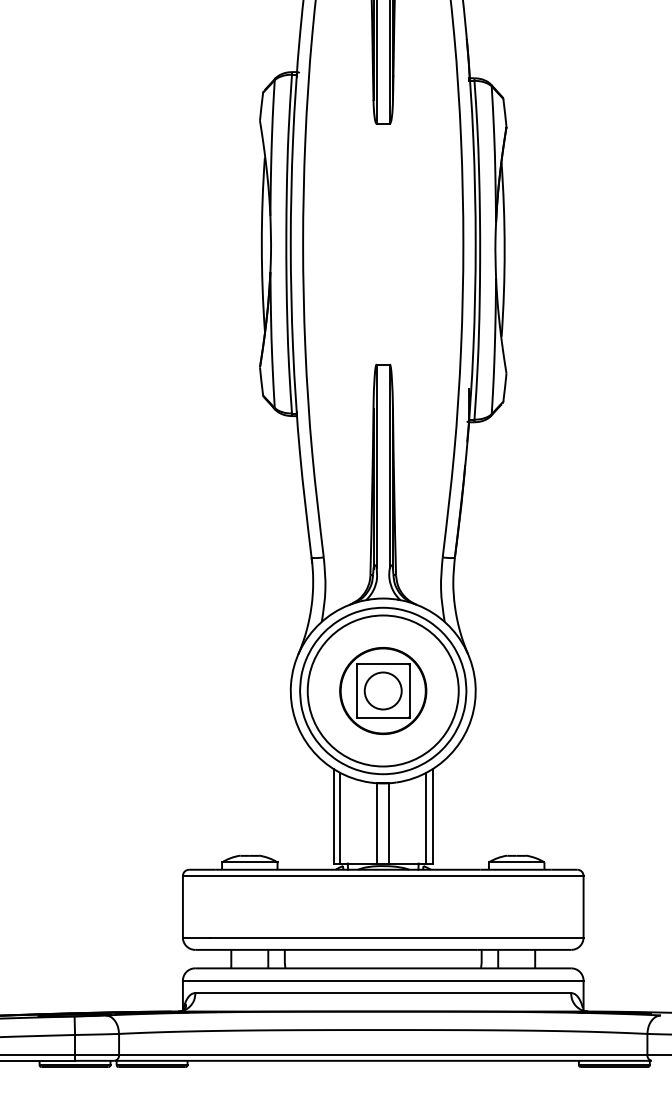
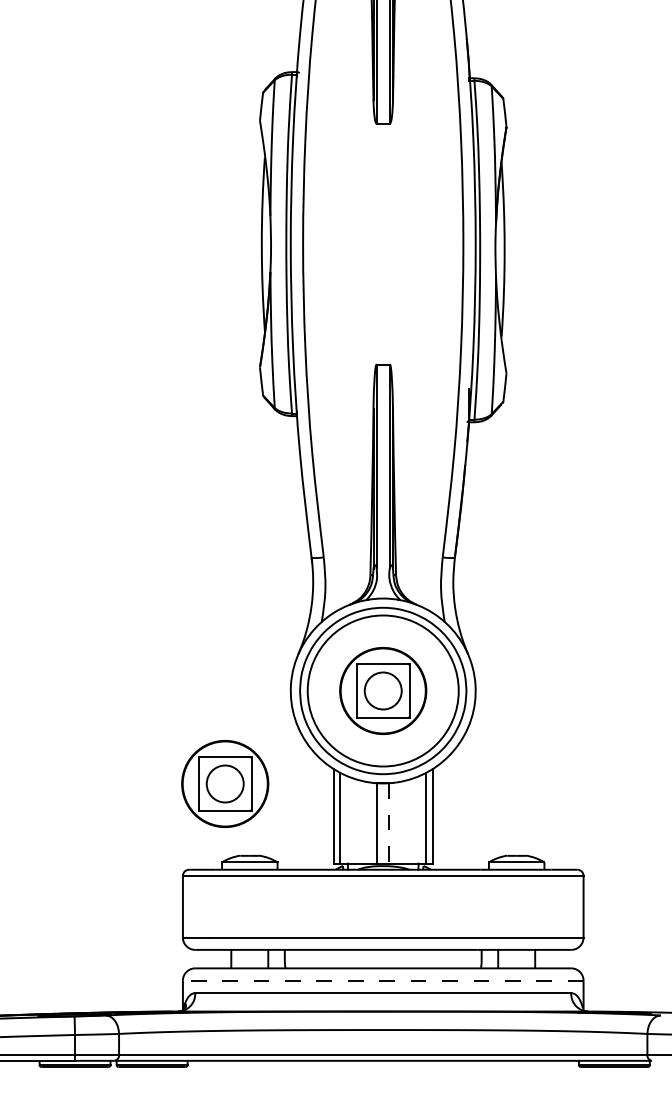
part at (225, 783): none -> present
line at (389, 823): solid -> dashed
line at (382, 980): solid -> dashed
